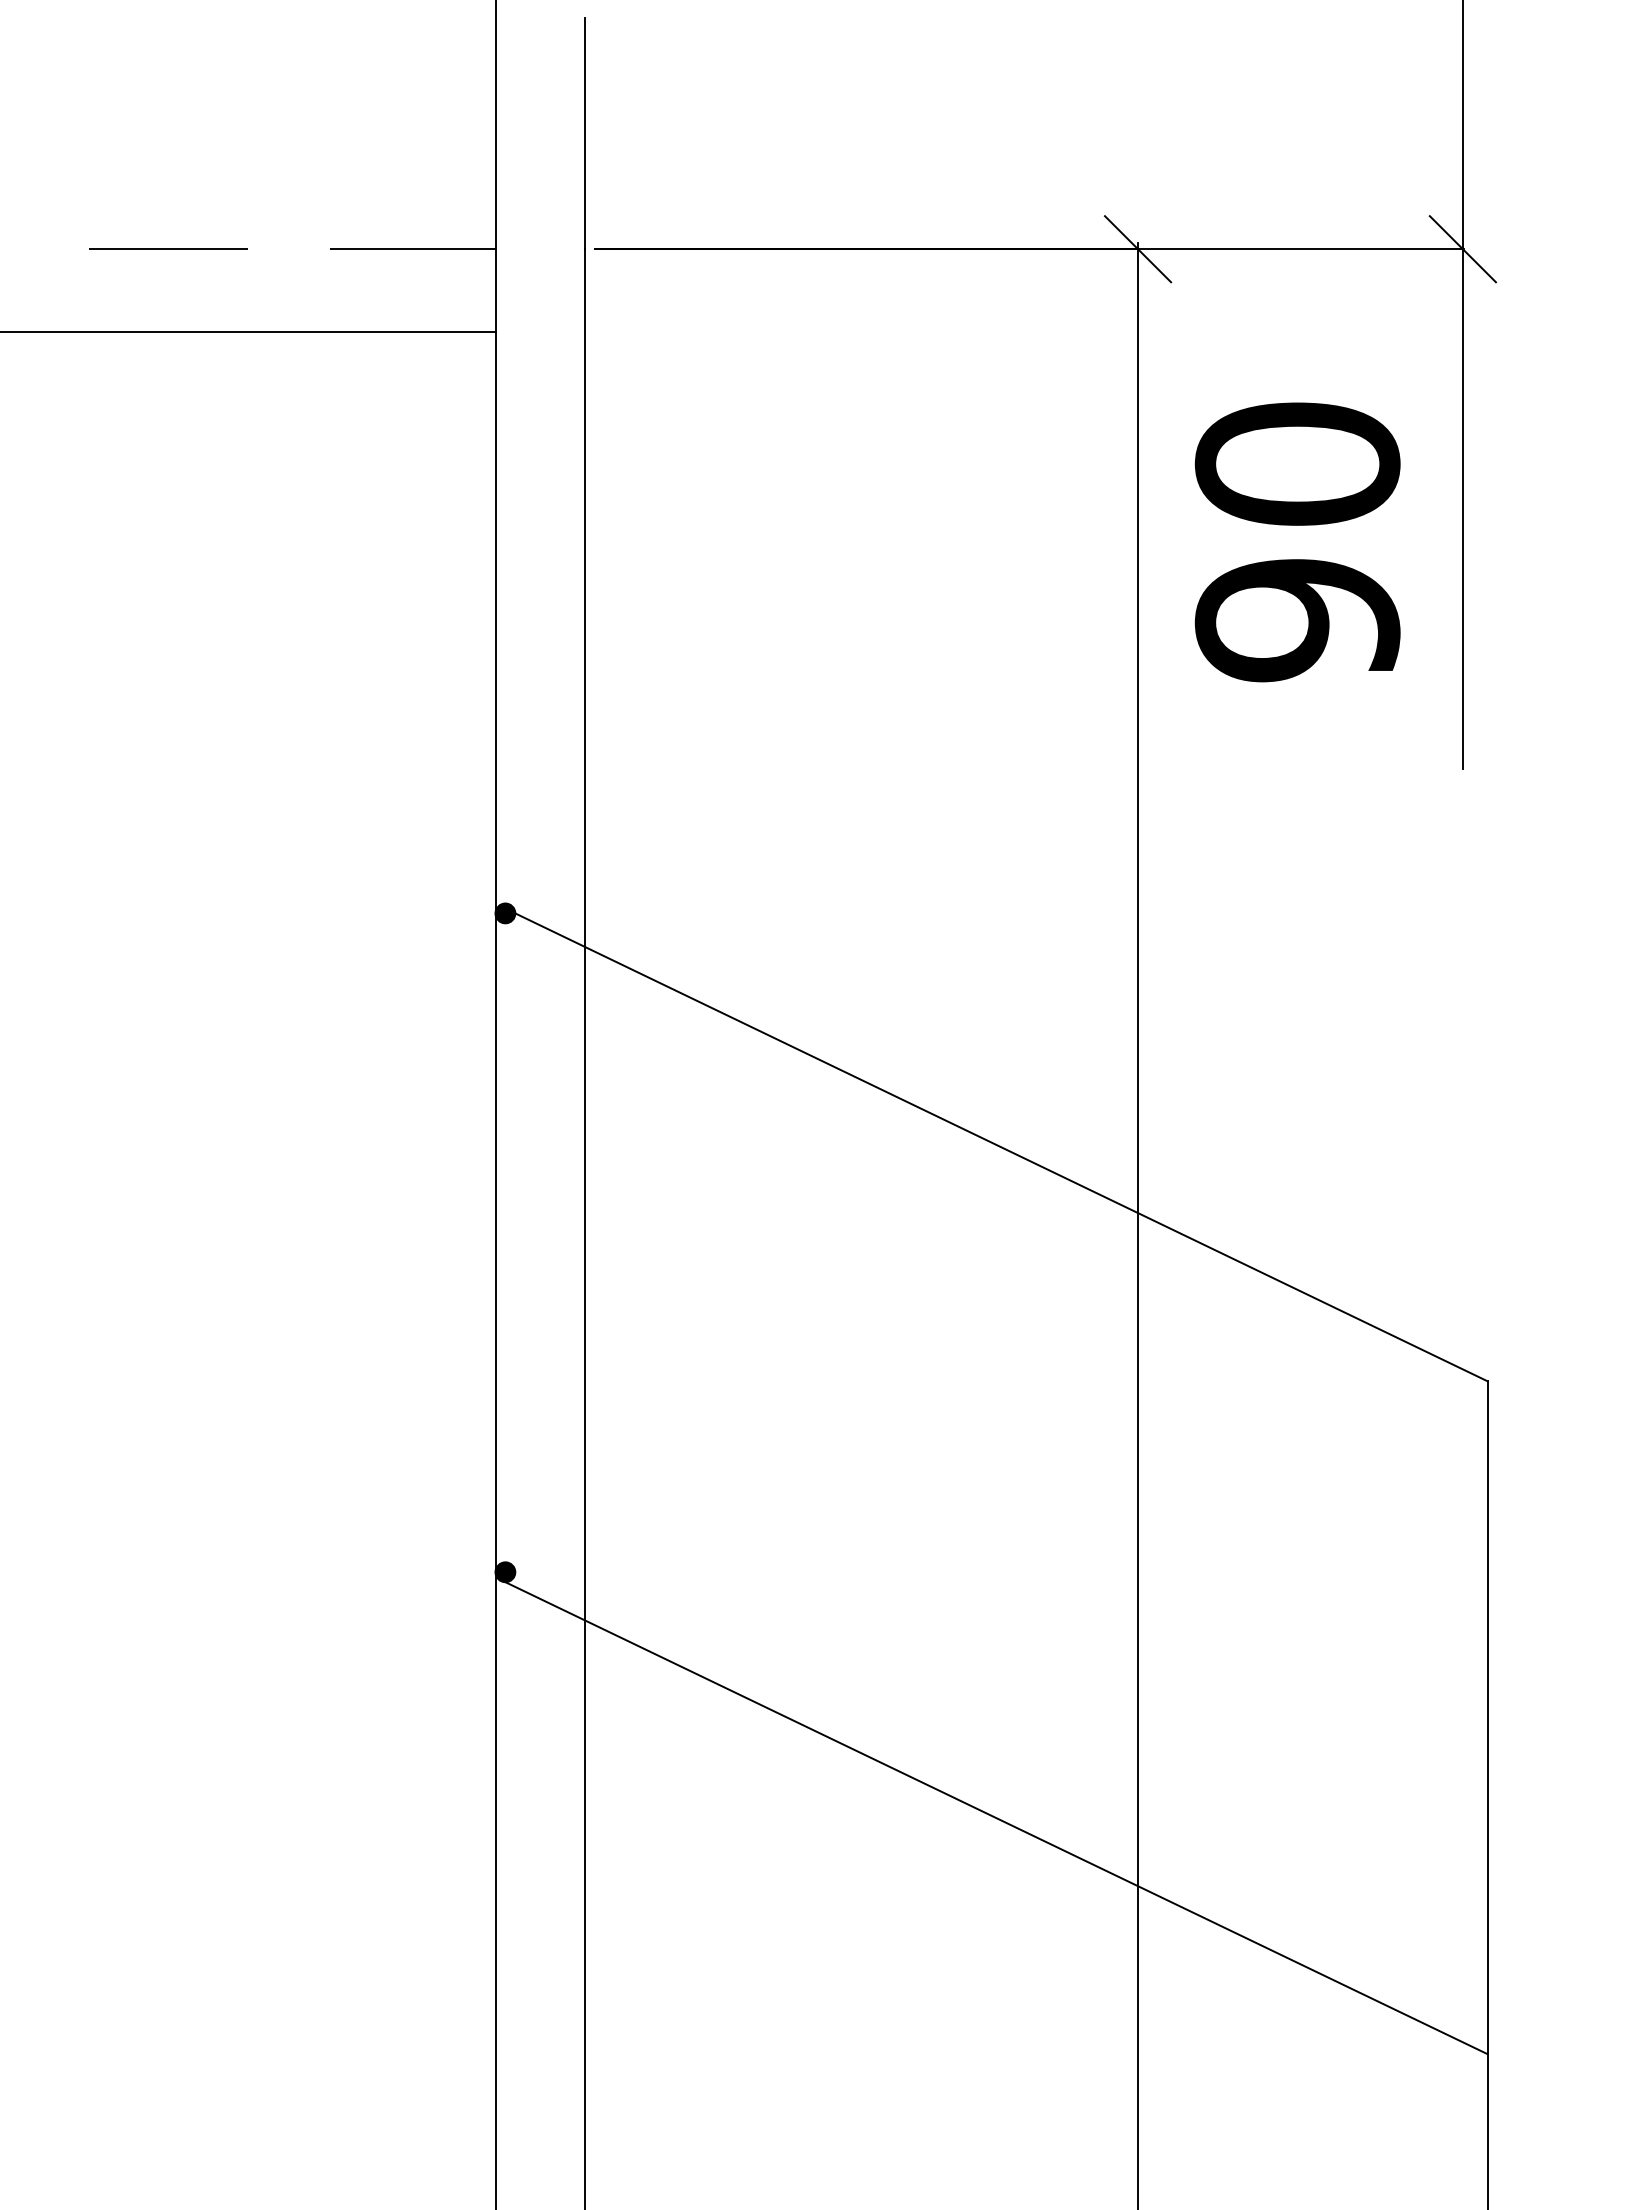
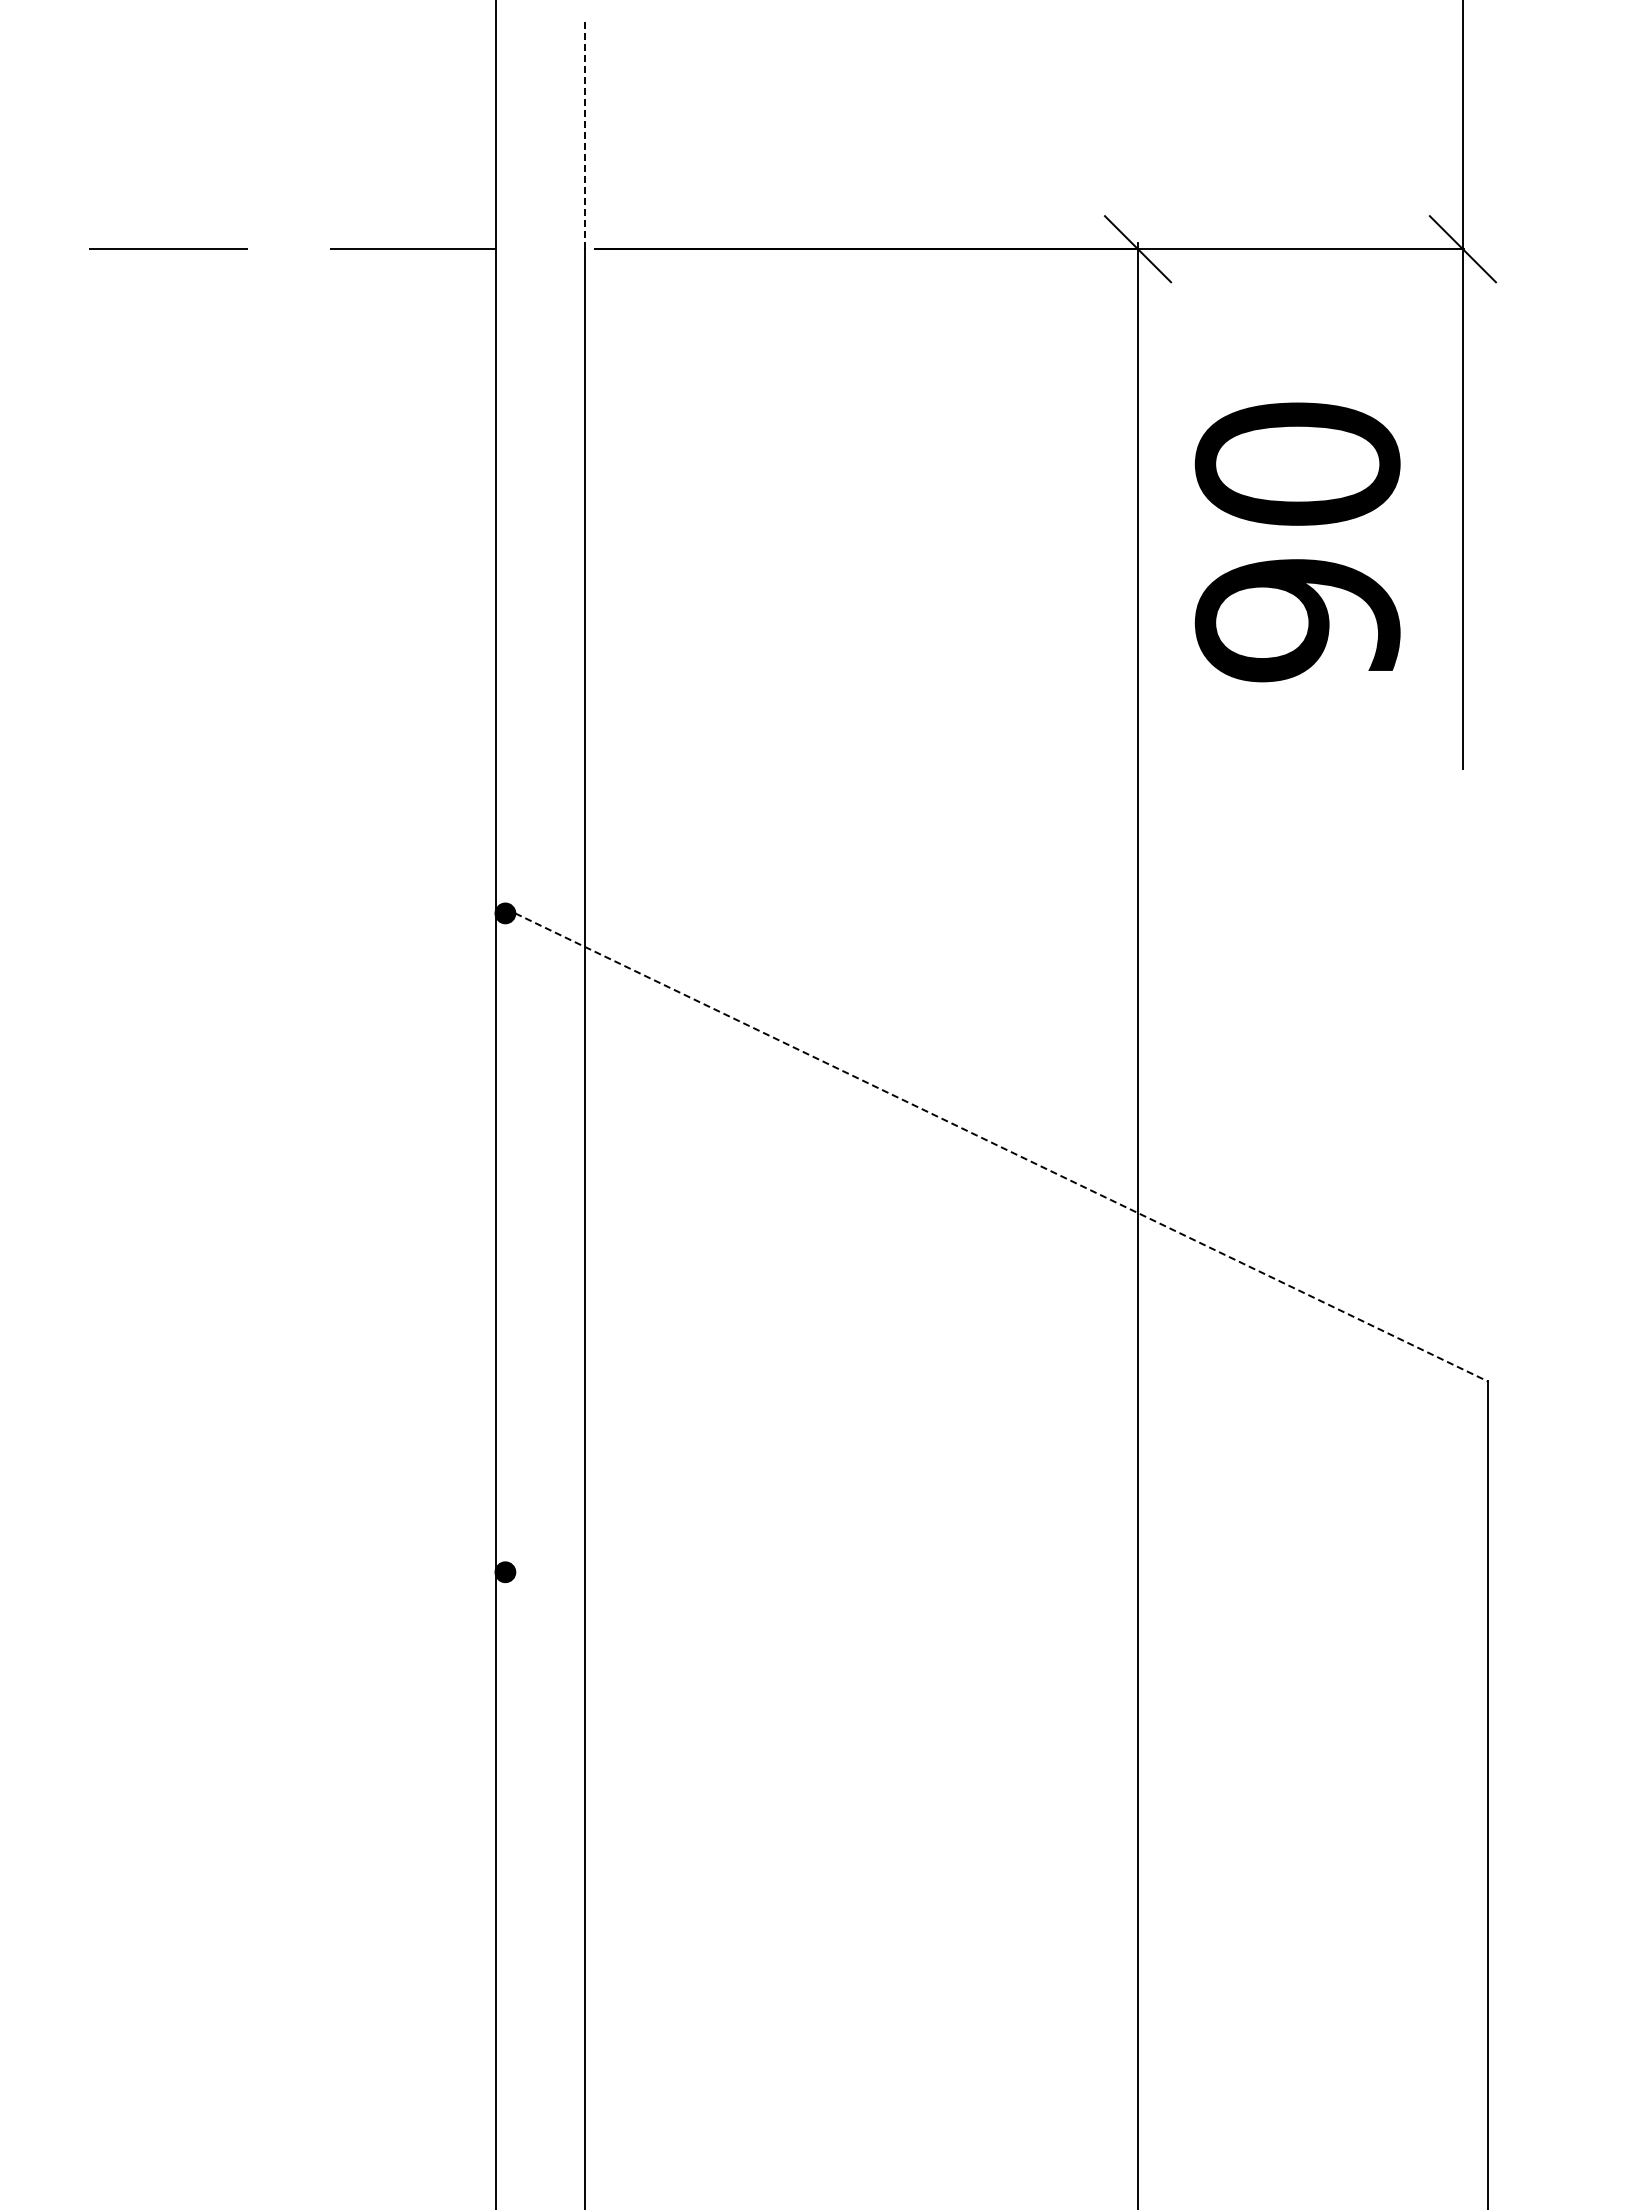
line at (584, 133): solid -> dashed
line at (248, 331): present -> none
line at (1001, 1147): solid -> dashed
line at (996, 1818): present -> none
